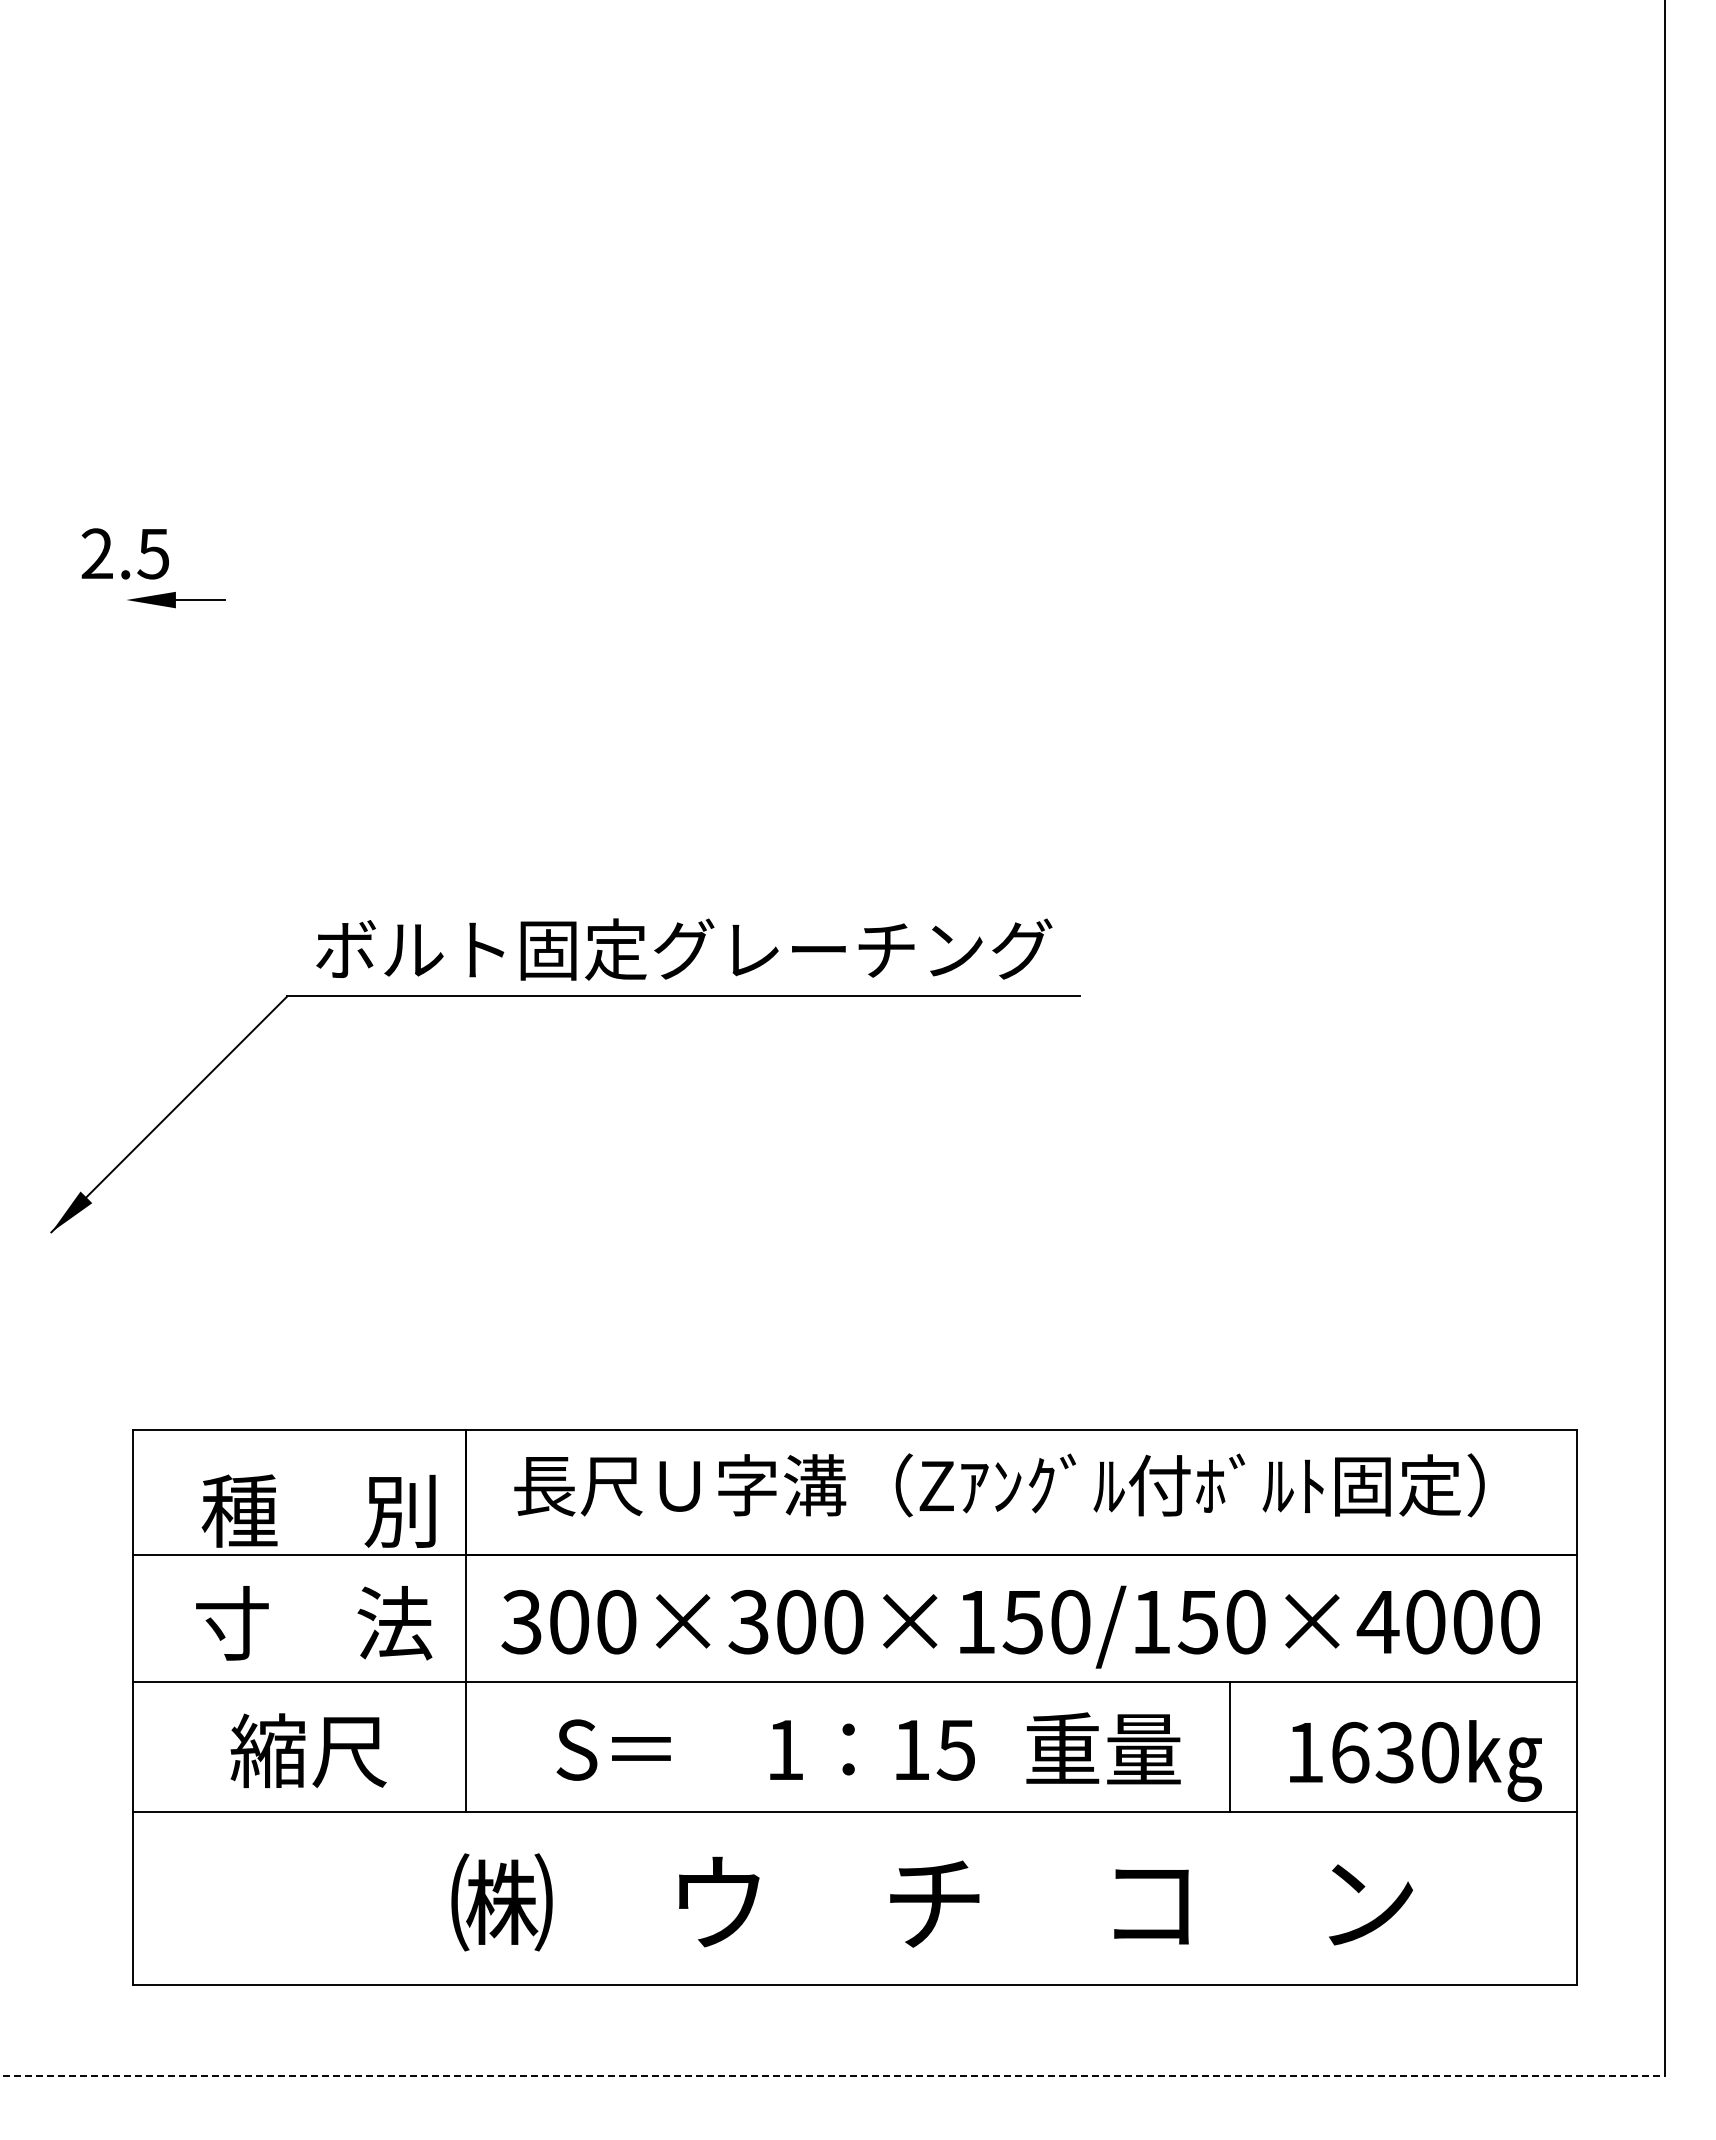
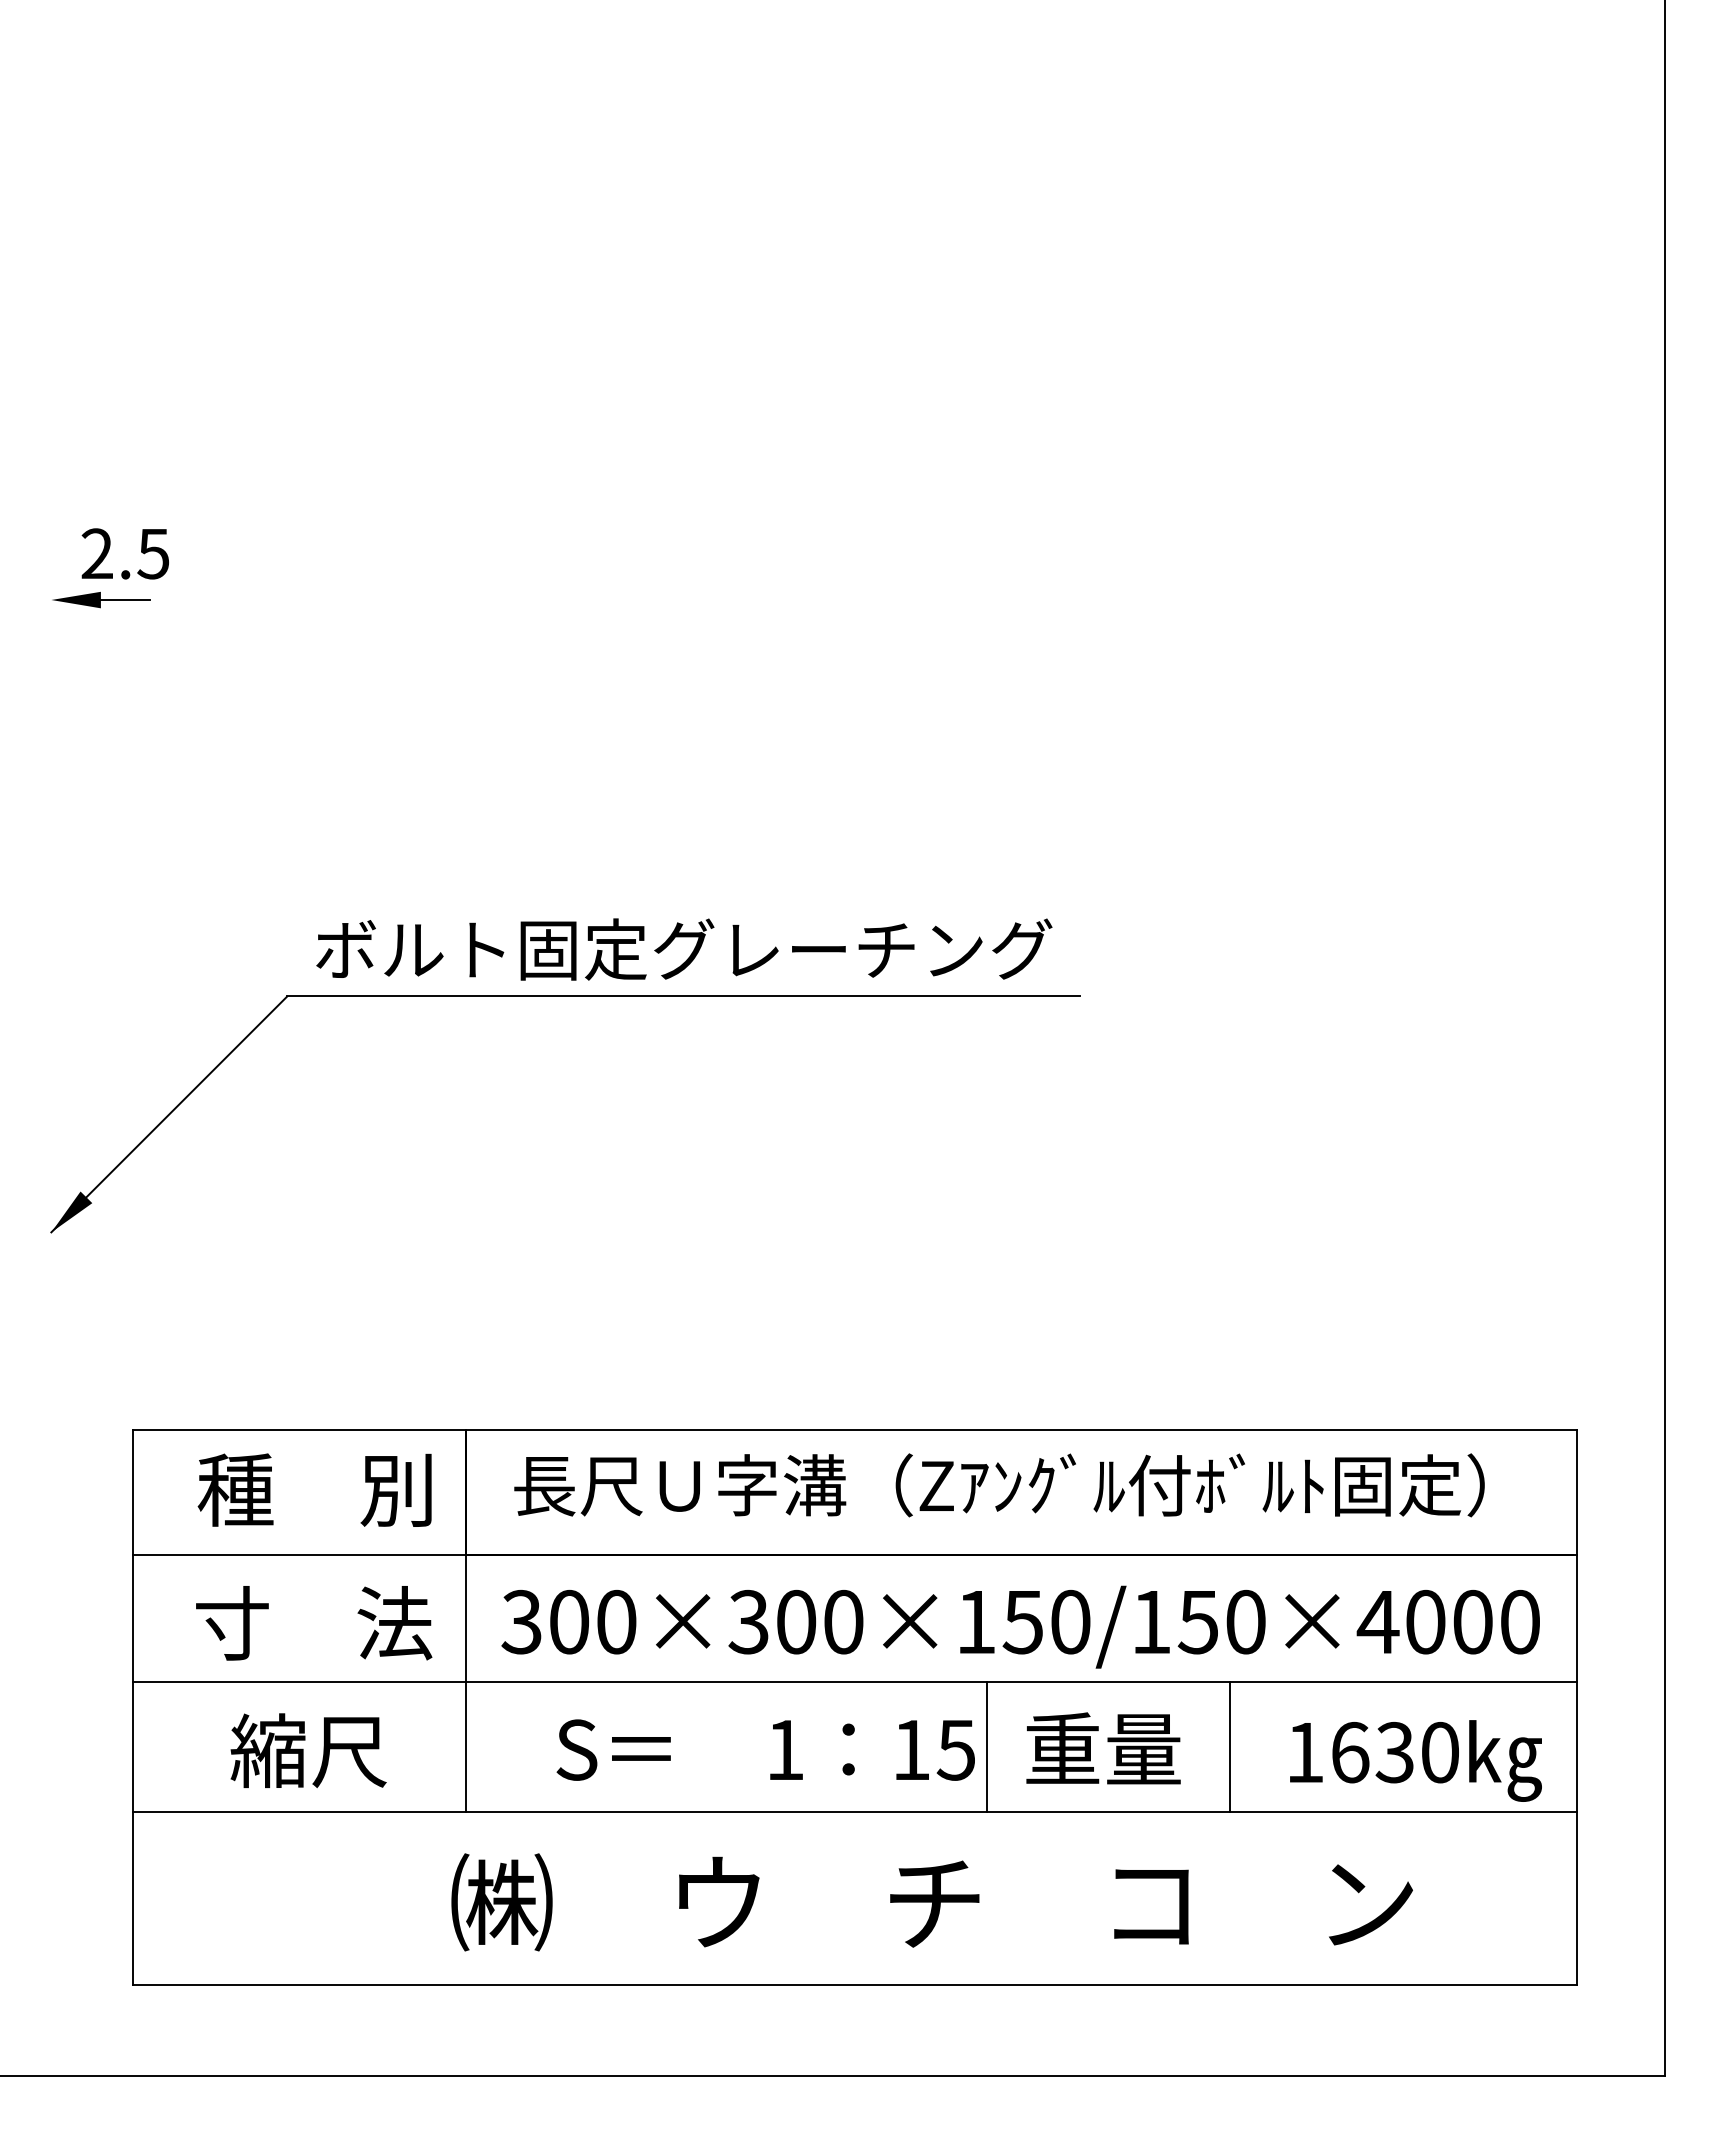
part at (176, 600) position: (176, 600) -> (101, 600)
text at (318, 1510) position: (318, 1510) -> (314, 1489)
line at (986, 1746): none -> present
line at (832, 2075): dashed -> solid
